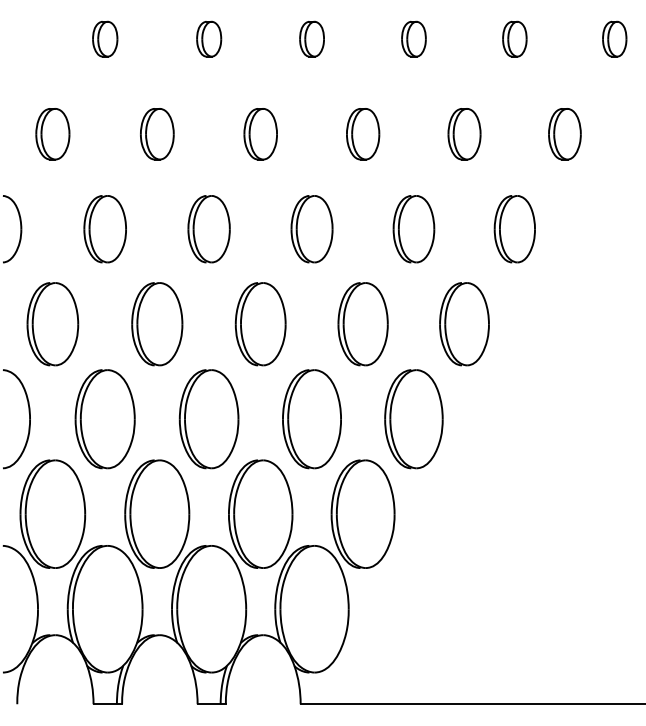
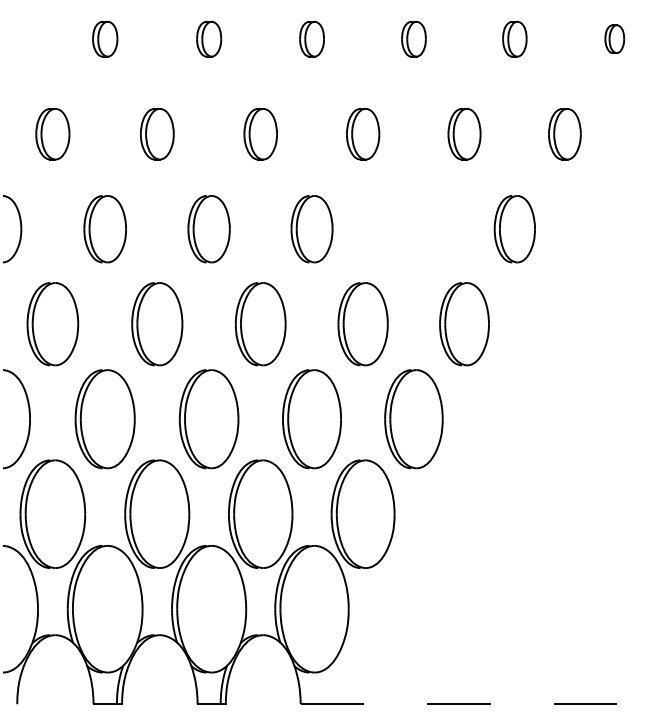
part at (614, 38) size: 26x38 px -> 22x30 px
part at (413, 229): present -> none
line at (473, 704): solid -> dashed
